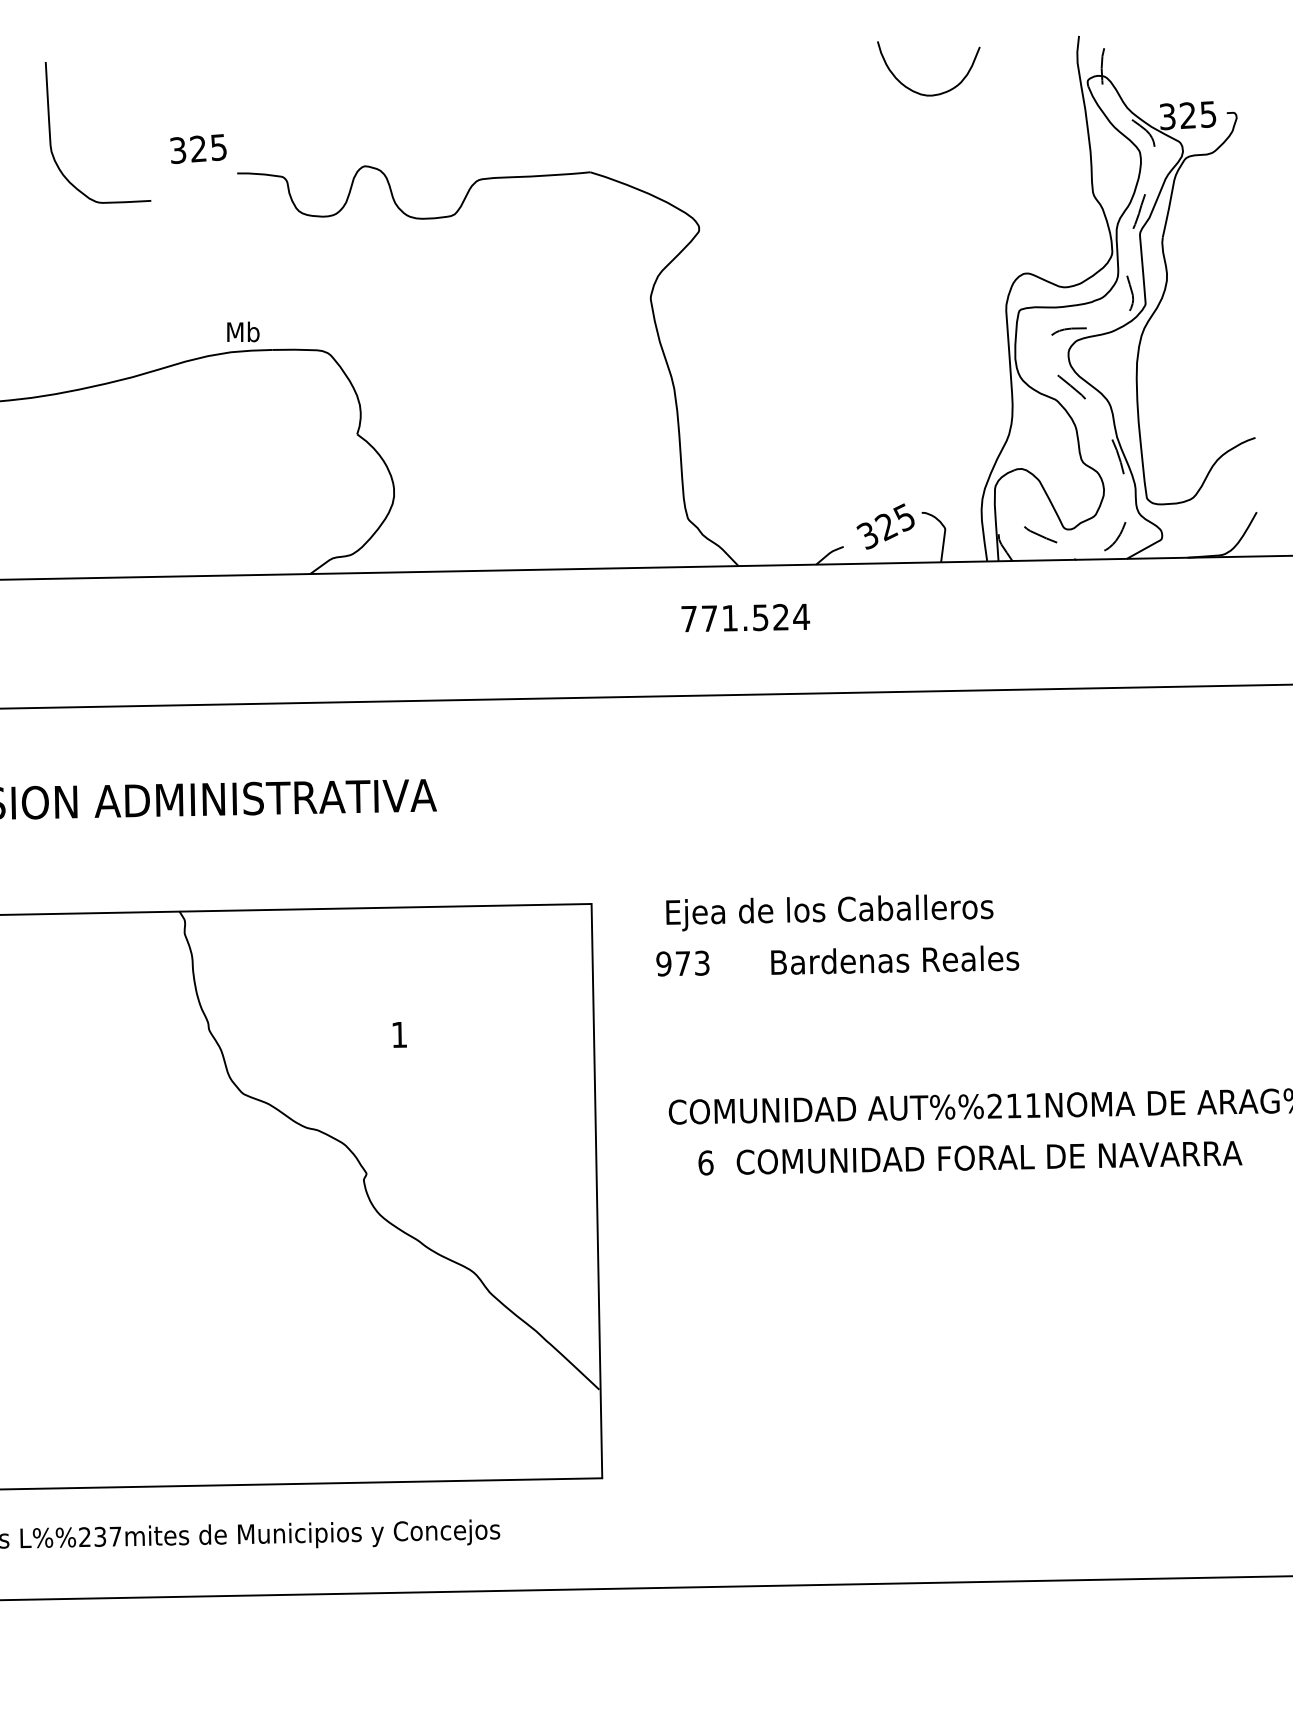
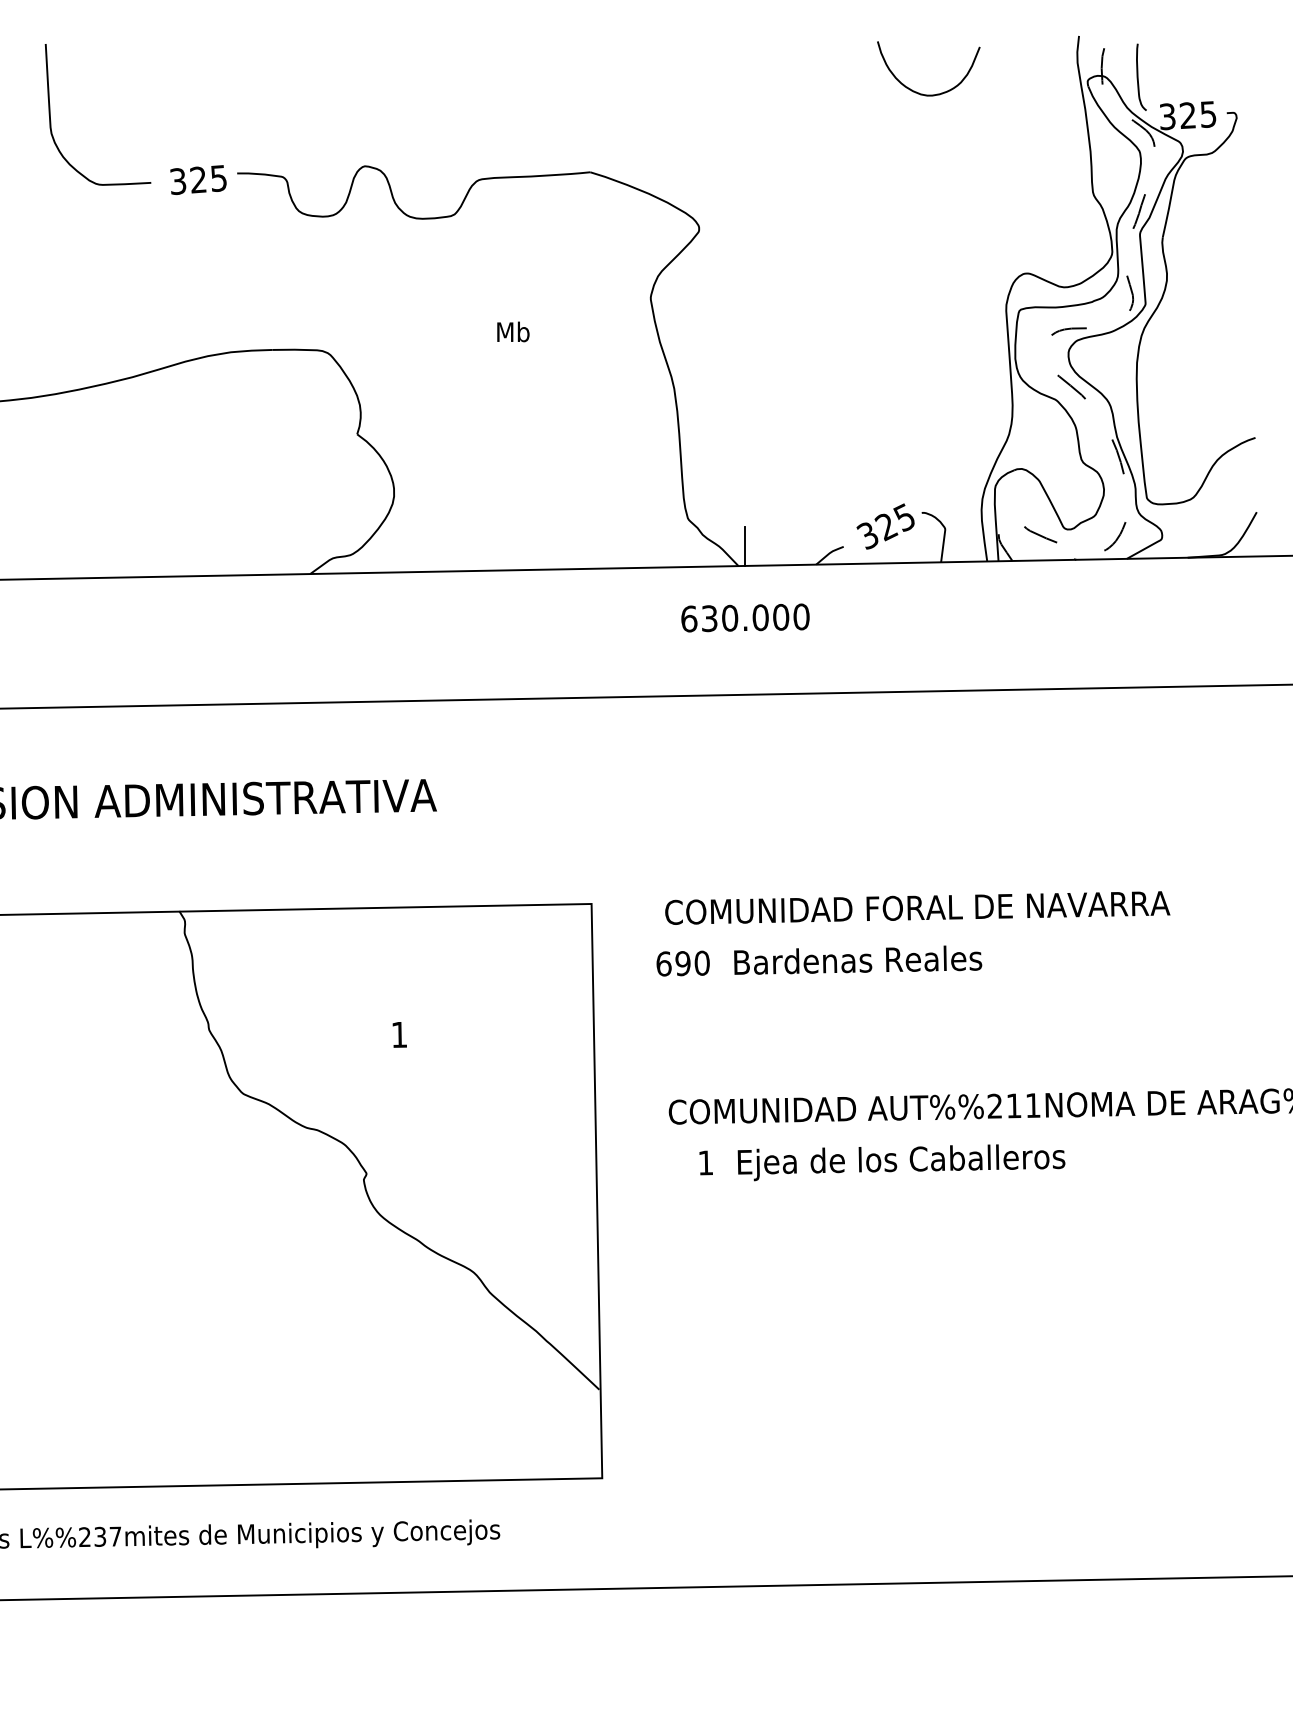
curve at (1138, 76): none -> present
curve at (51, 139) position: (51, 139) -> (51, 121)
text at (198, 148) position: (198, 148) -> (198, 179)
text at (243, 331) position: (243, 331) -> (513, 331)
line at (745, 545): none -> present
text at (745, 617): 771.524 -> 630.000
text at (917, 911): Ejea de los Caballeros -> COMUNIDAD FORAL DE NAVARRA
text at (895, 959) position: (895, 959) -> (858, 959)
text at (682, 963): 973 -> 690
text at (989, 1161): COMUNIDAD FORAL DE NAVARRA -> Ejea de los Caballeros
text at (705, 1162): 6 -> 1
